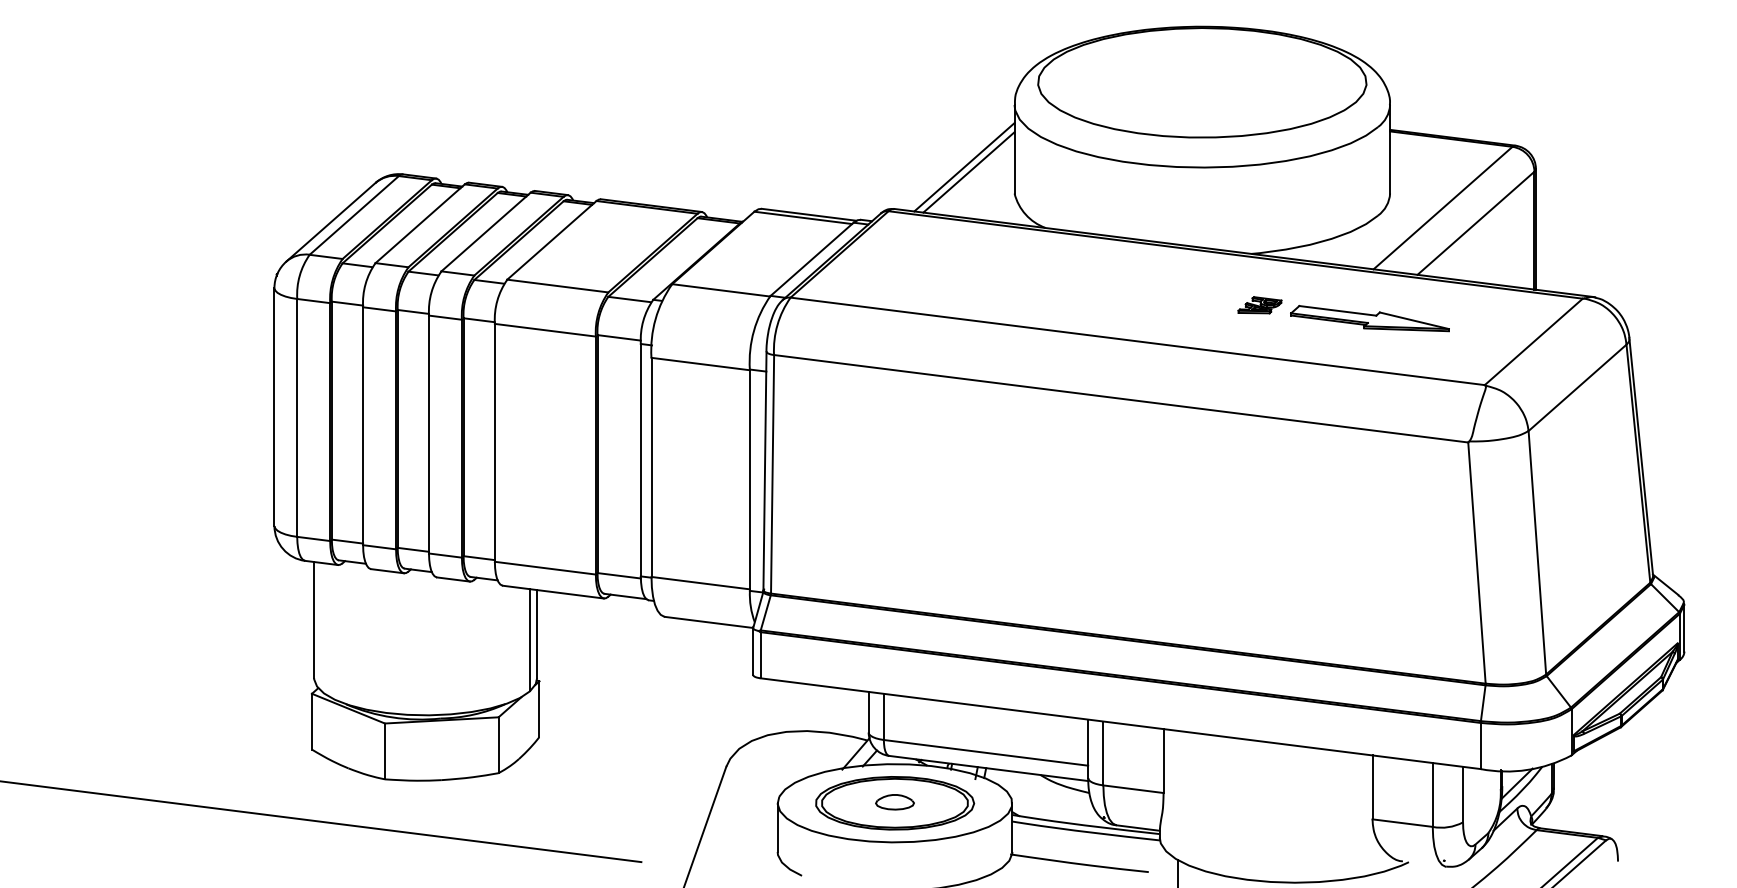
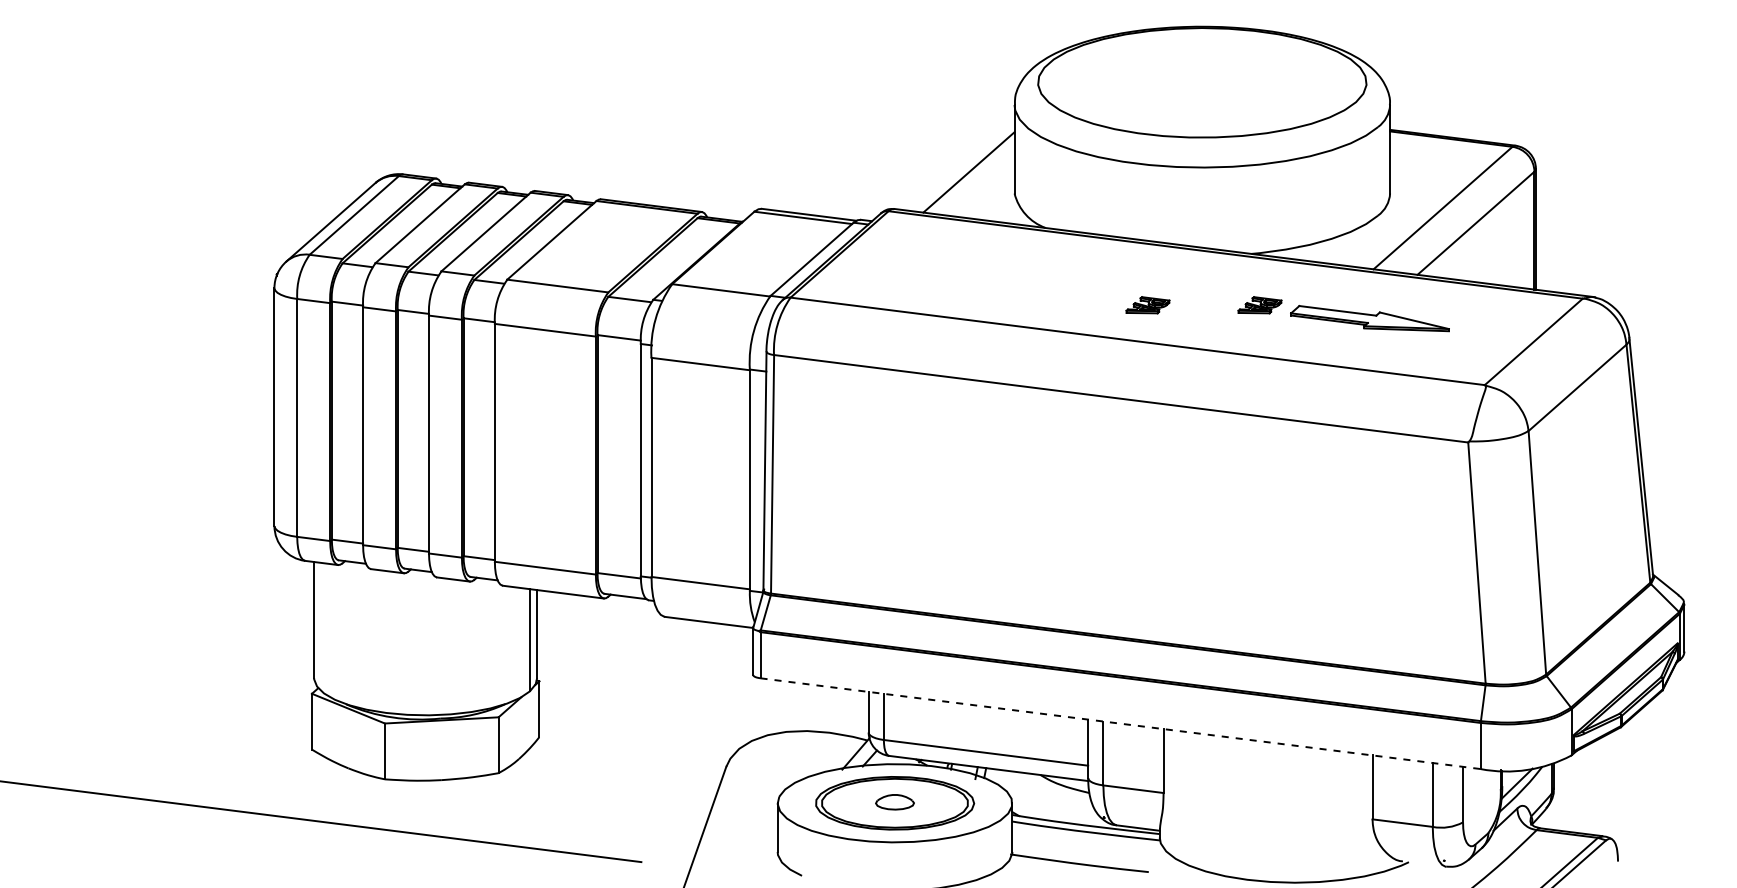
line at (964, 167): present -> none
part at (1147, 305): none -> present
line at (1120, 723): solid -> dashed
line at (1178, 872): present -> none
